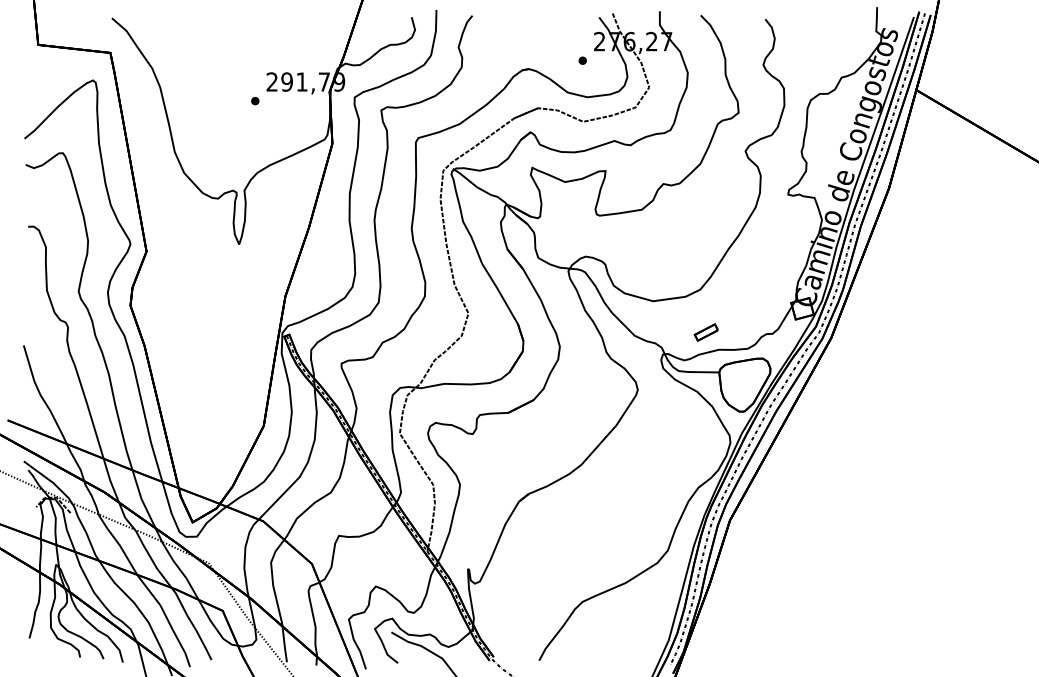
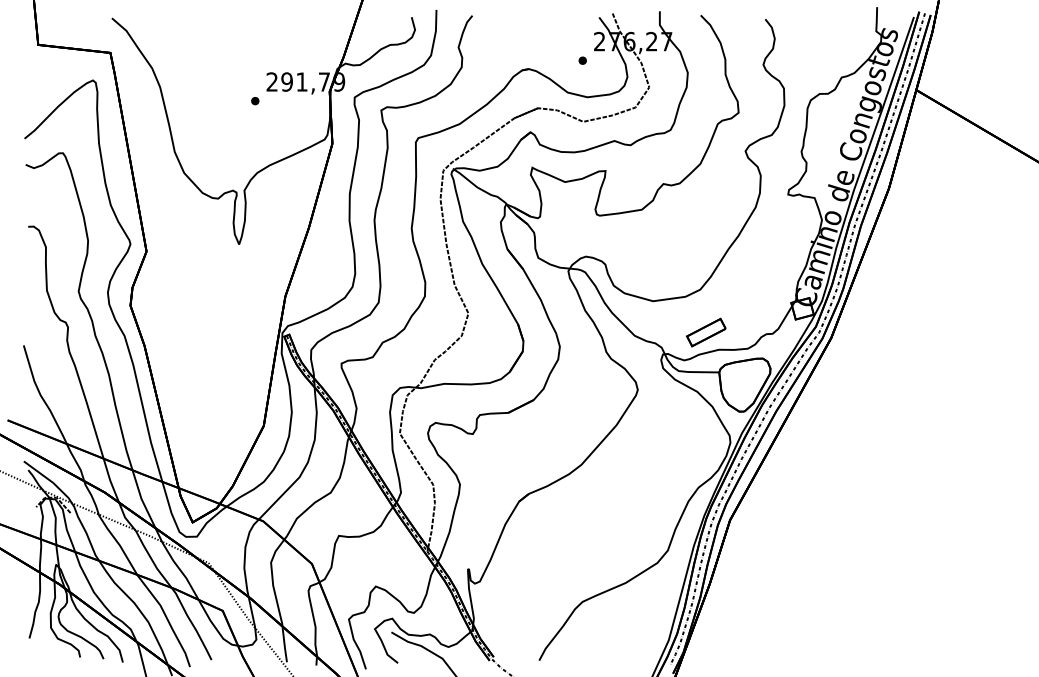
part at (705, 332) size: 26x19 px -> 41x31 px
